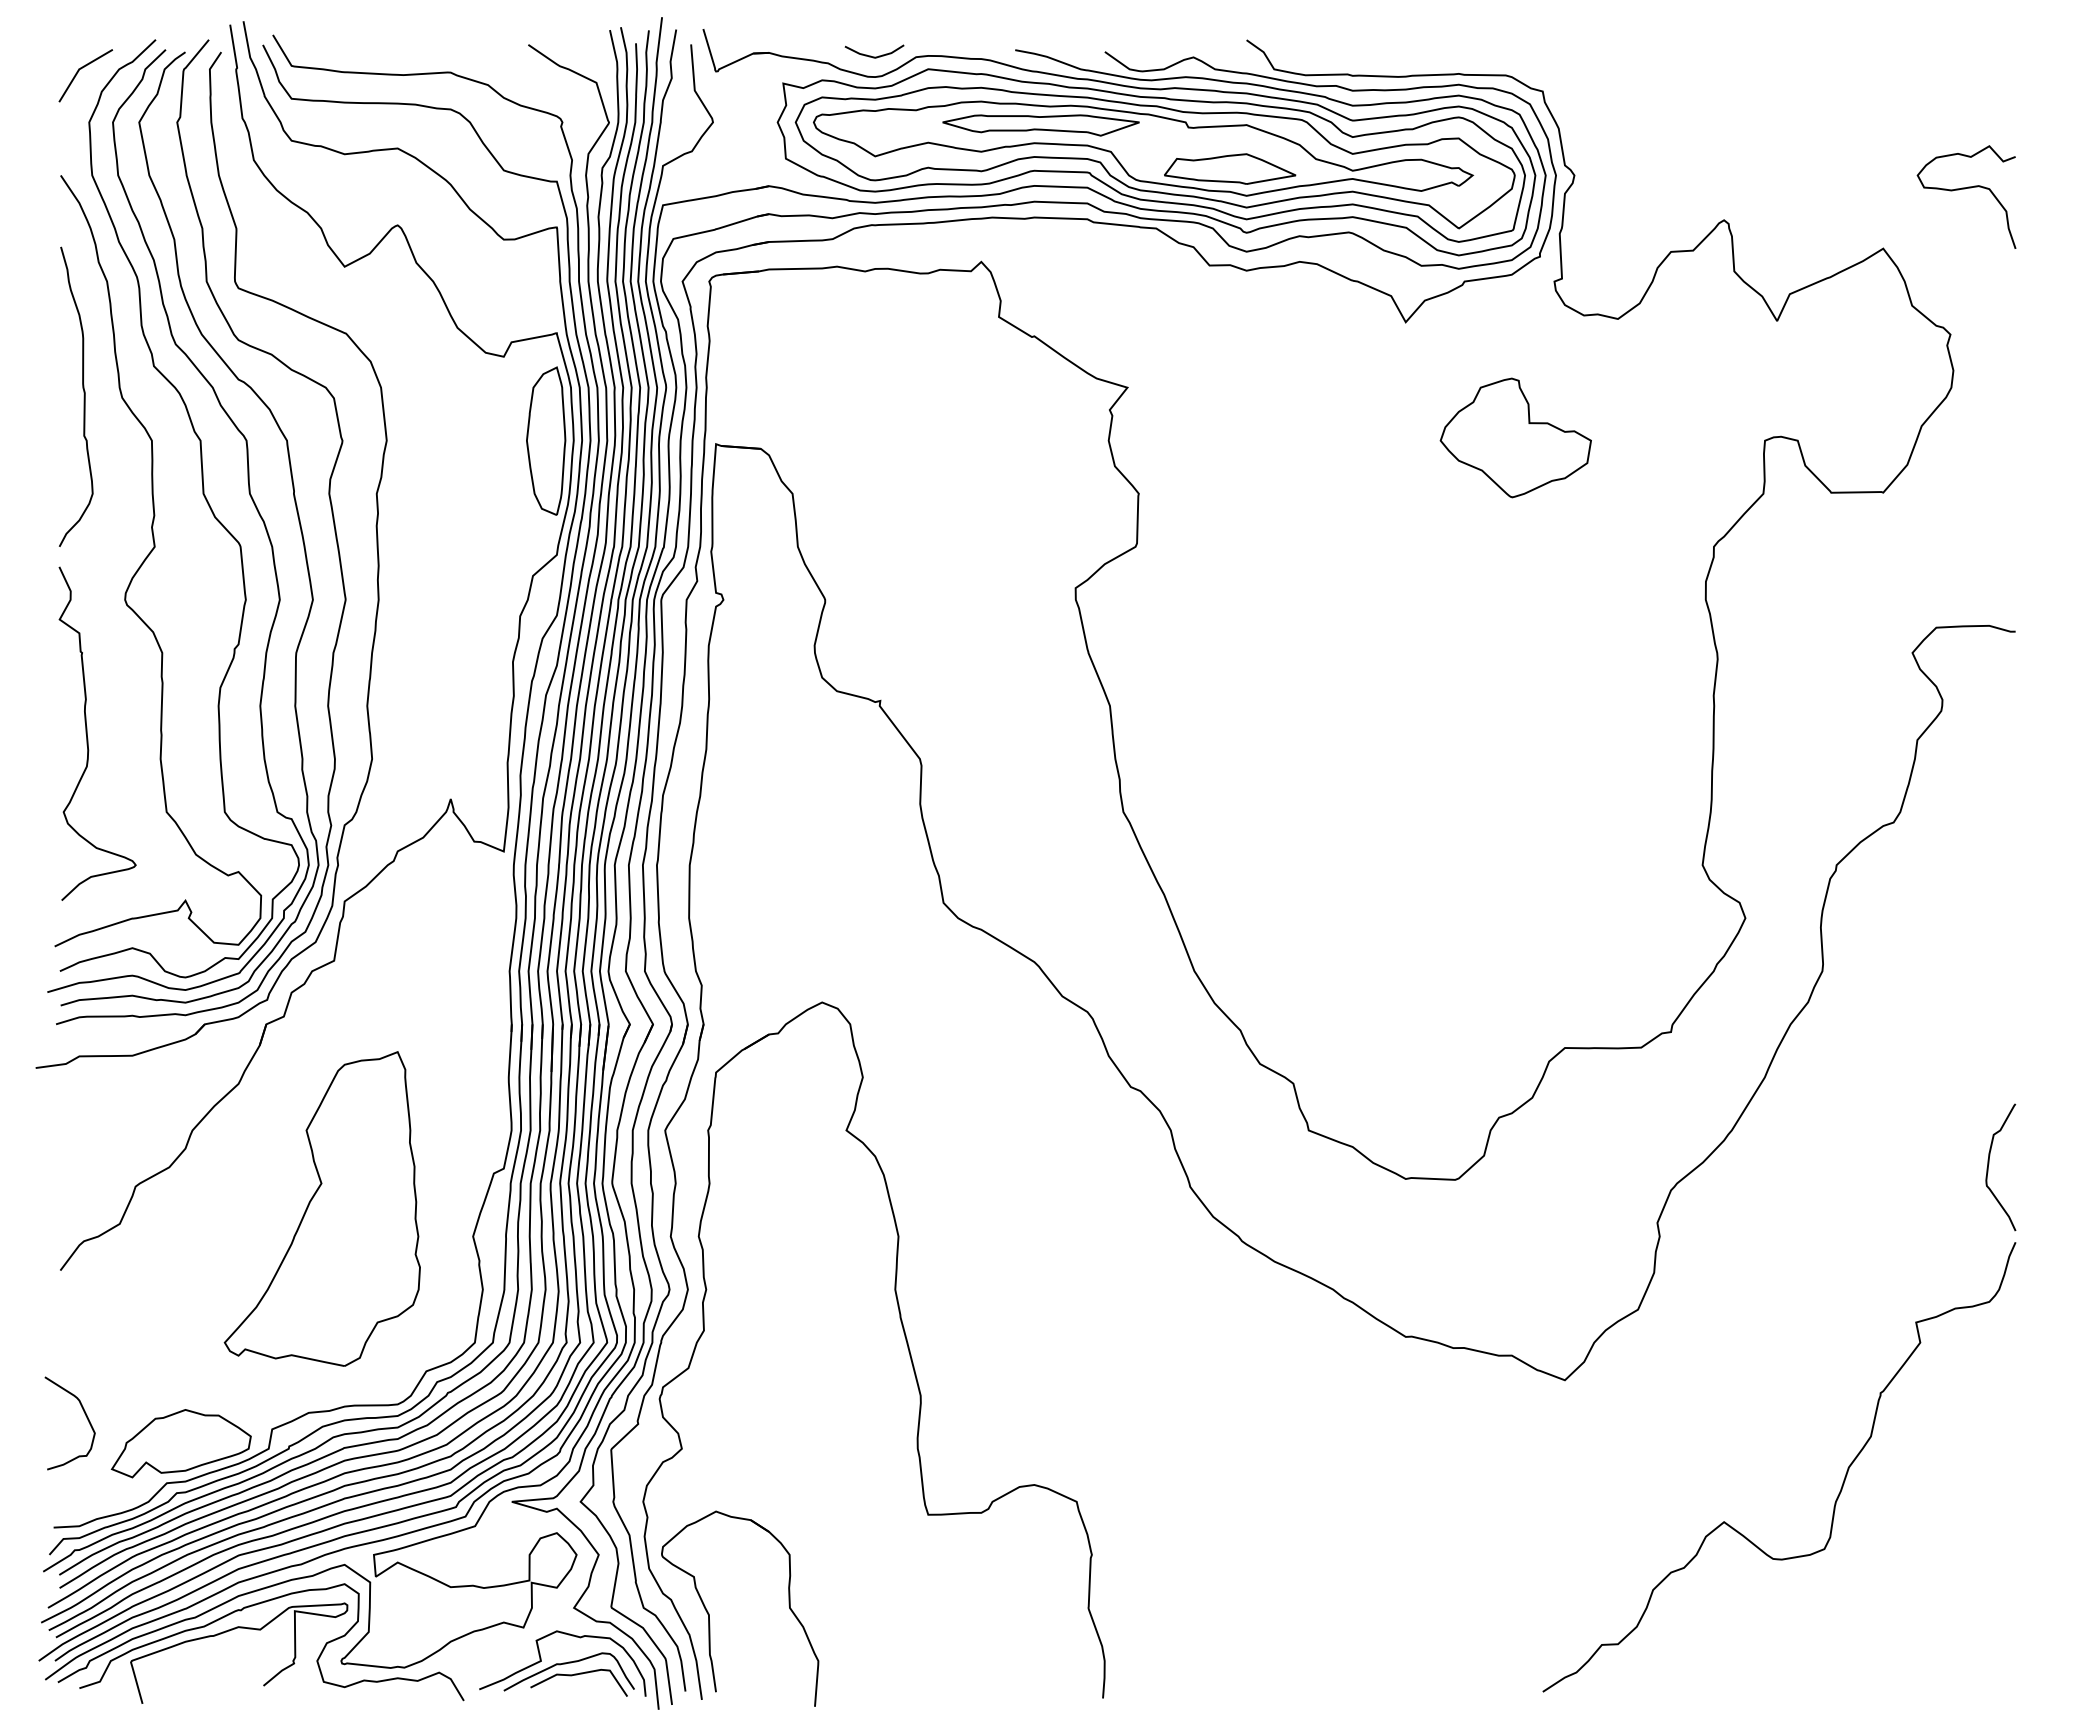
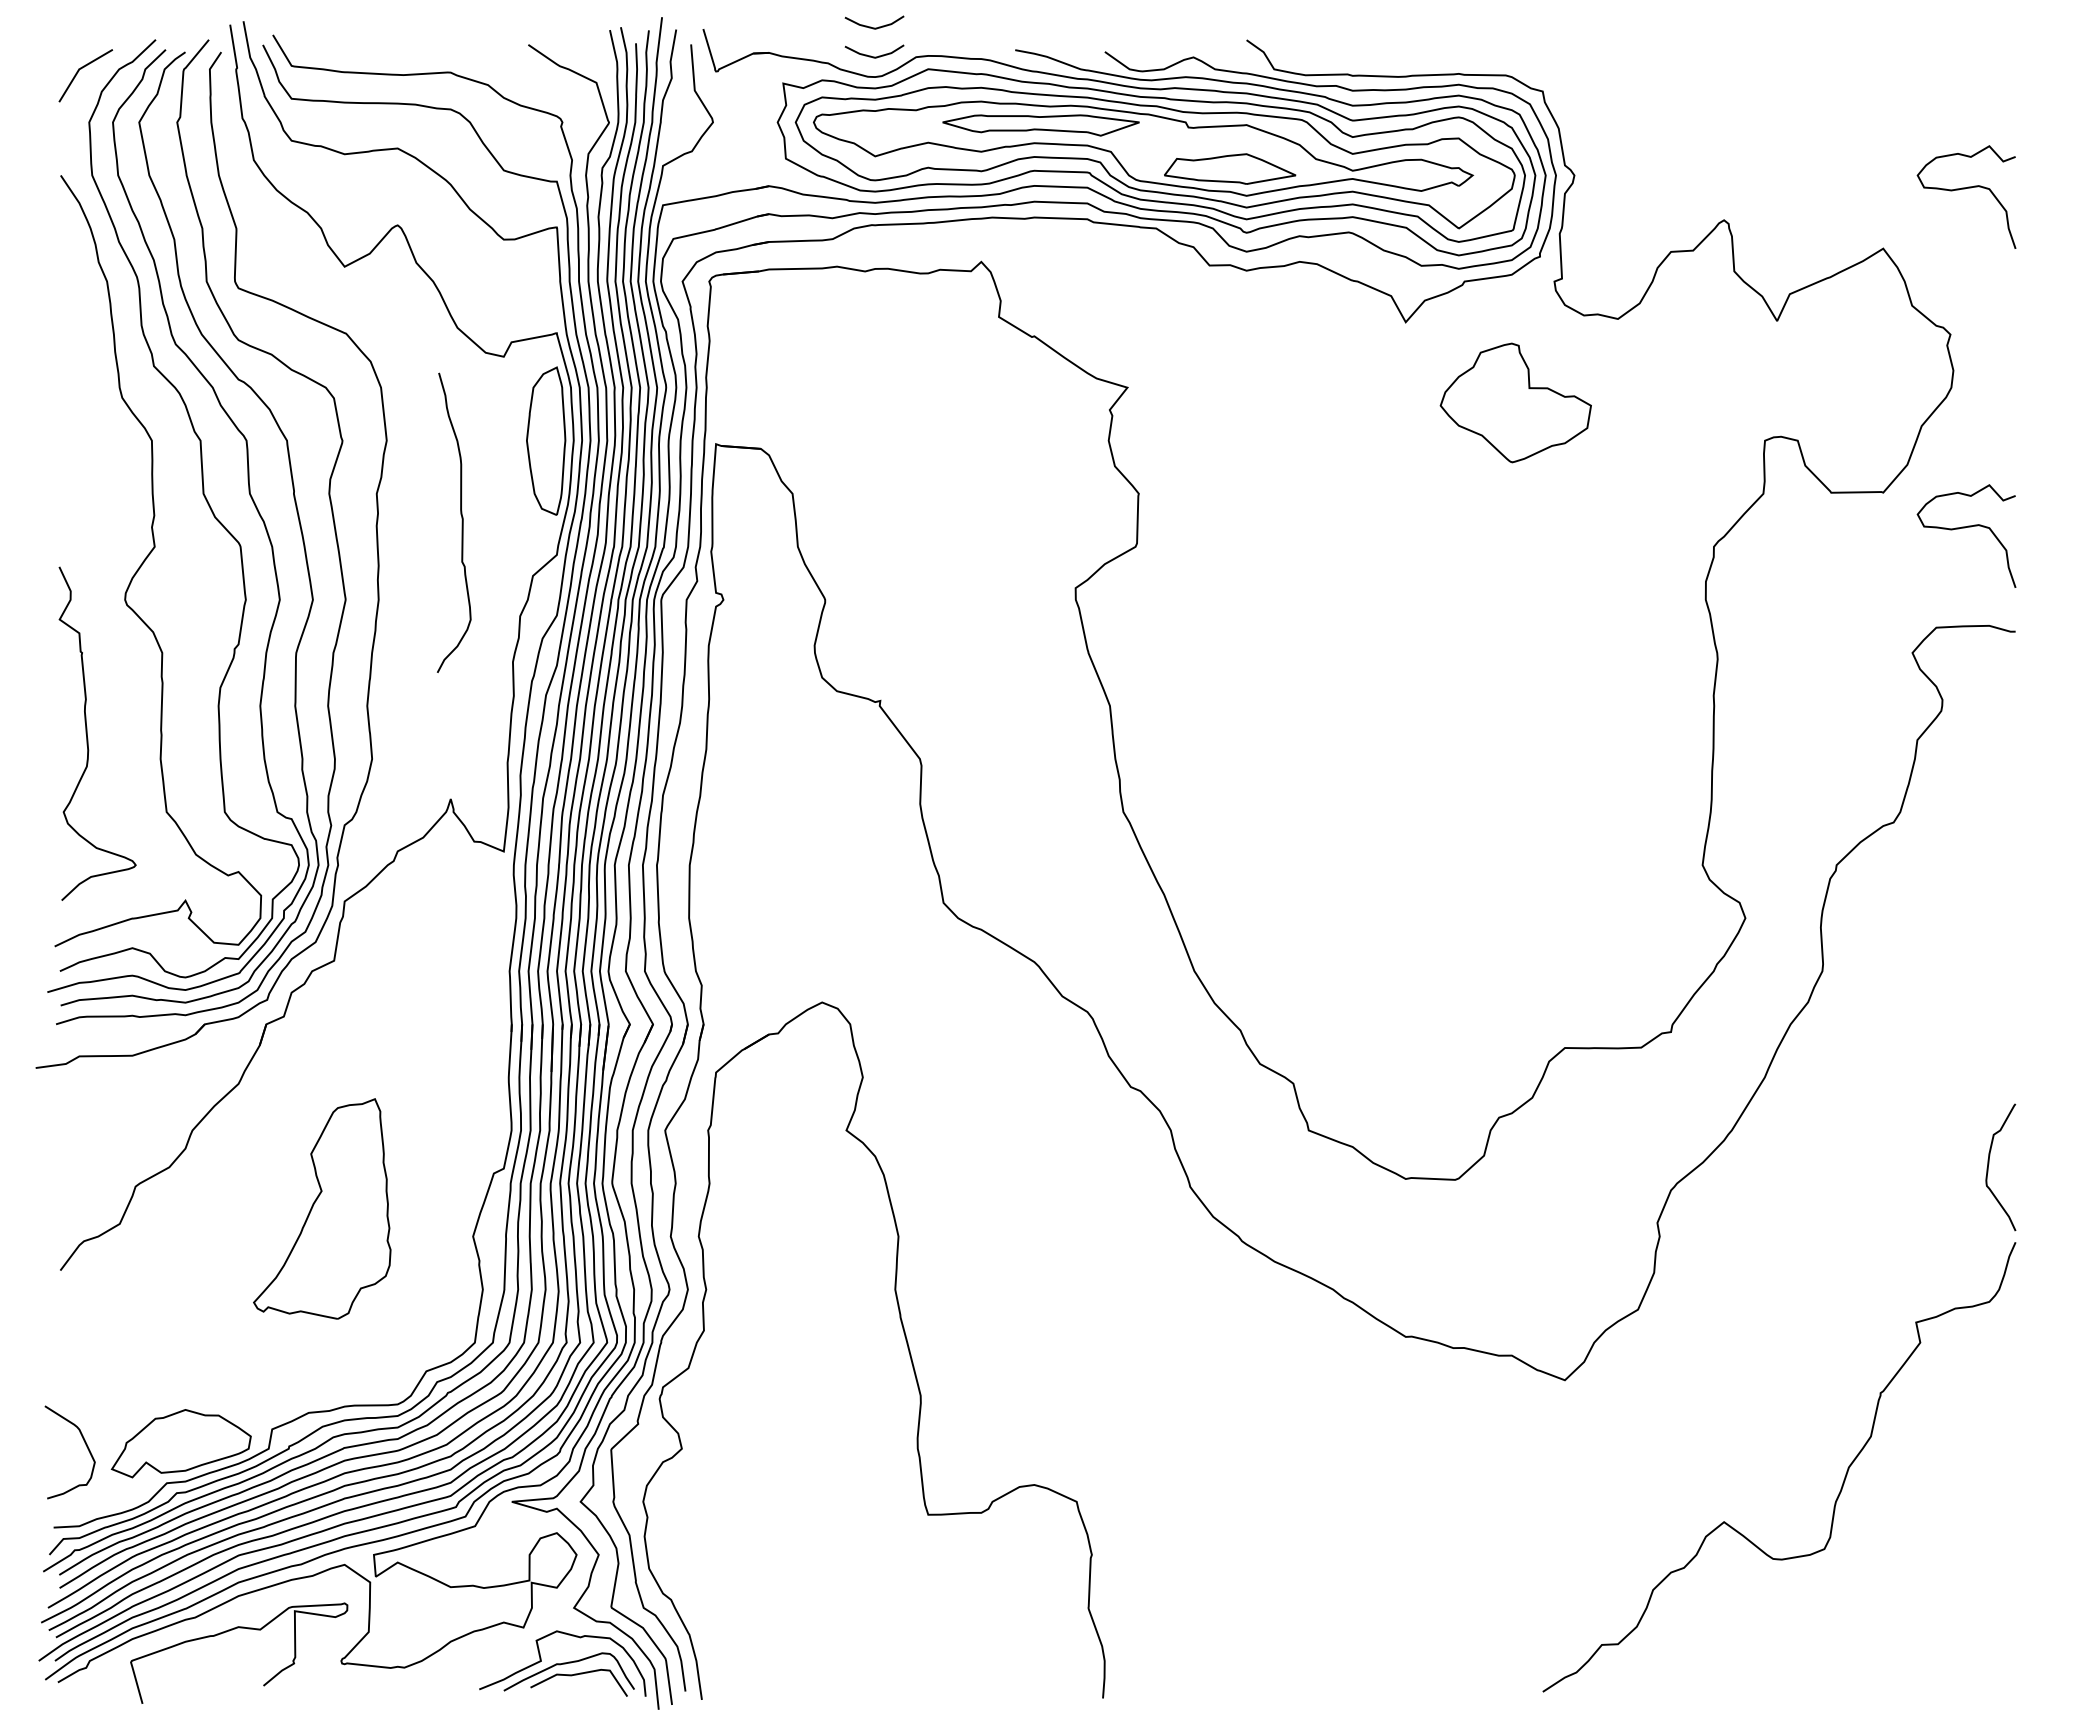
line at (871, 26): none -> present
curve at (83, 396) position: (83, 396) -> (461, 522)
part at (1515, 437) position: (1515, 437) -> (1515, 402)
curve at (1965, 528): none -> present
part at (321, 1208) size: 198x316 px -> 139x222 px
curve at (85, 1416) position: (85, 1416) -> (85, 1445)
curve at (259, 1604): present -> none
part at (709, 1613): present -> none
